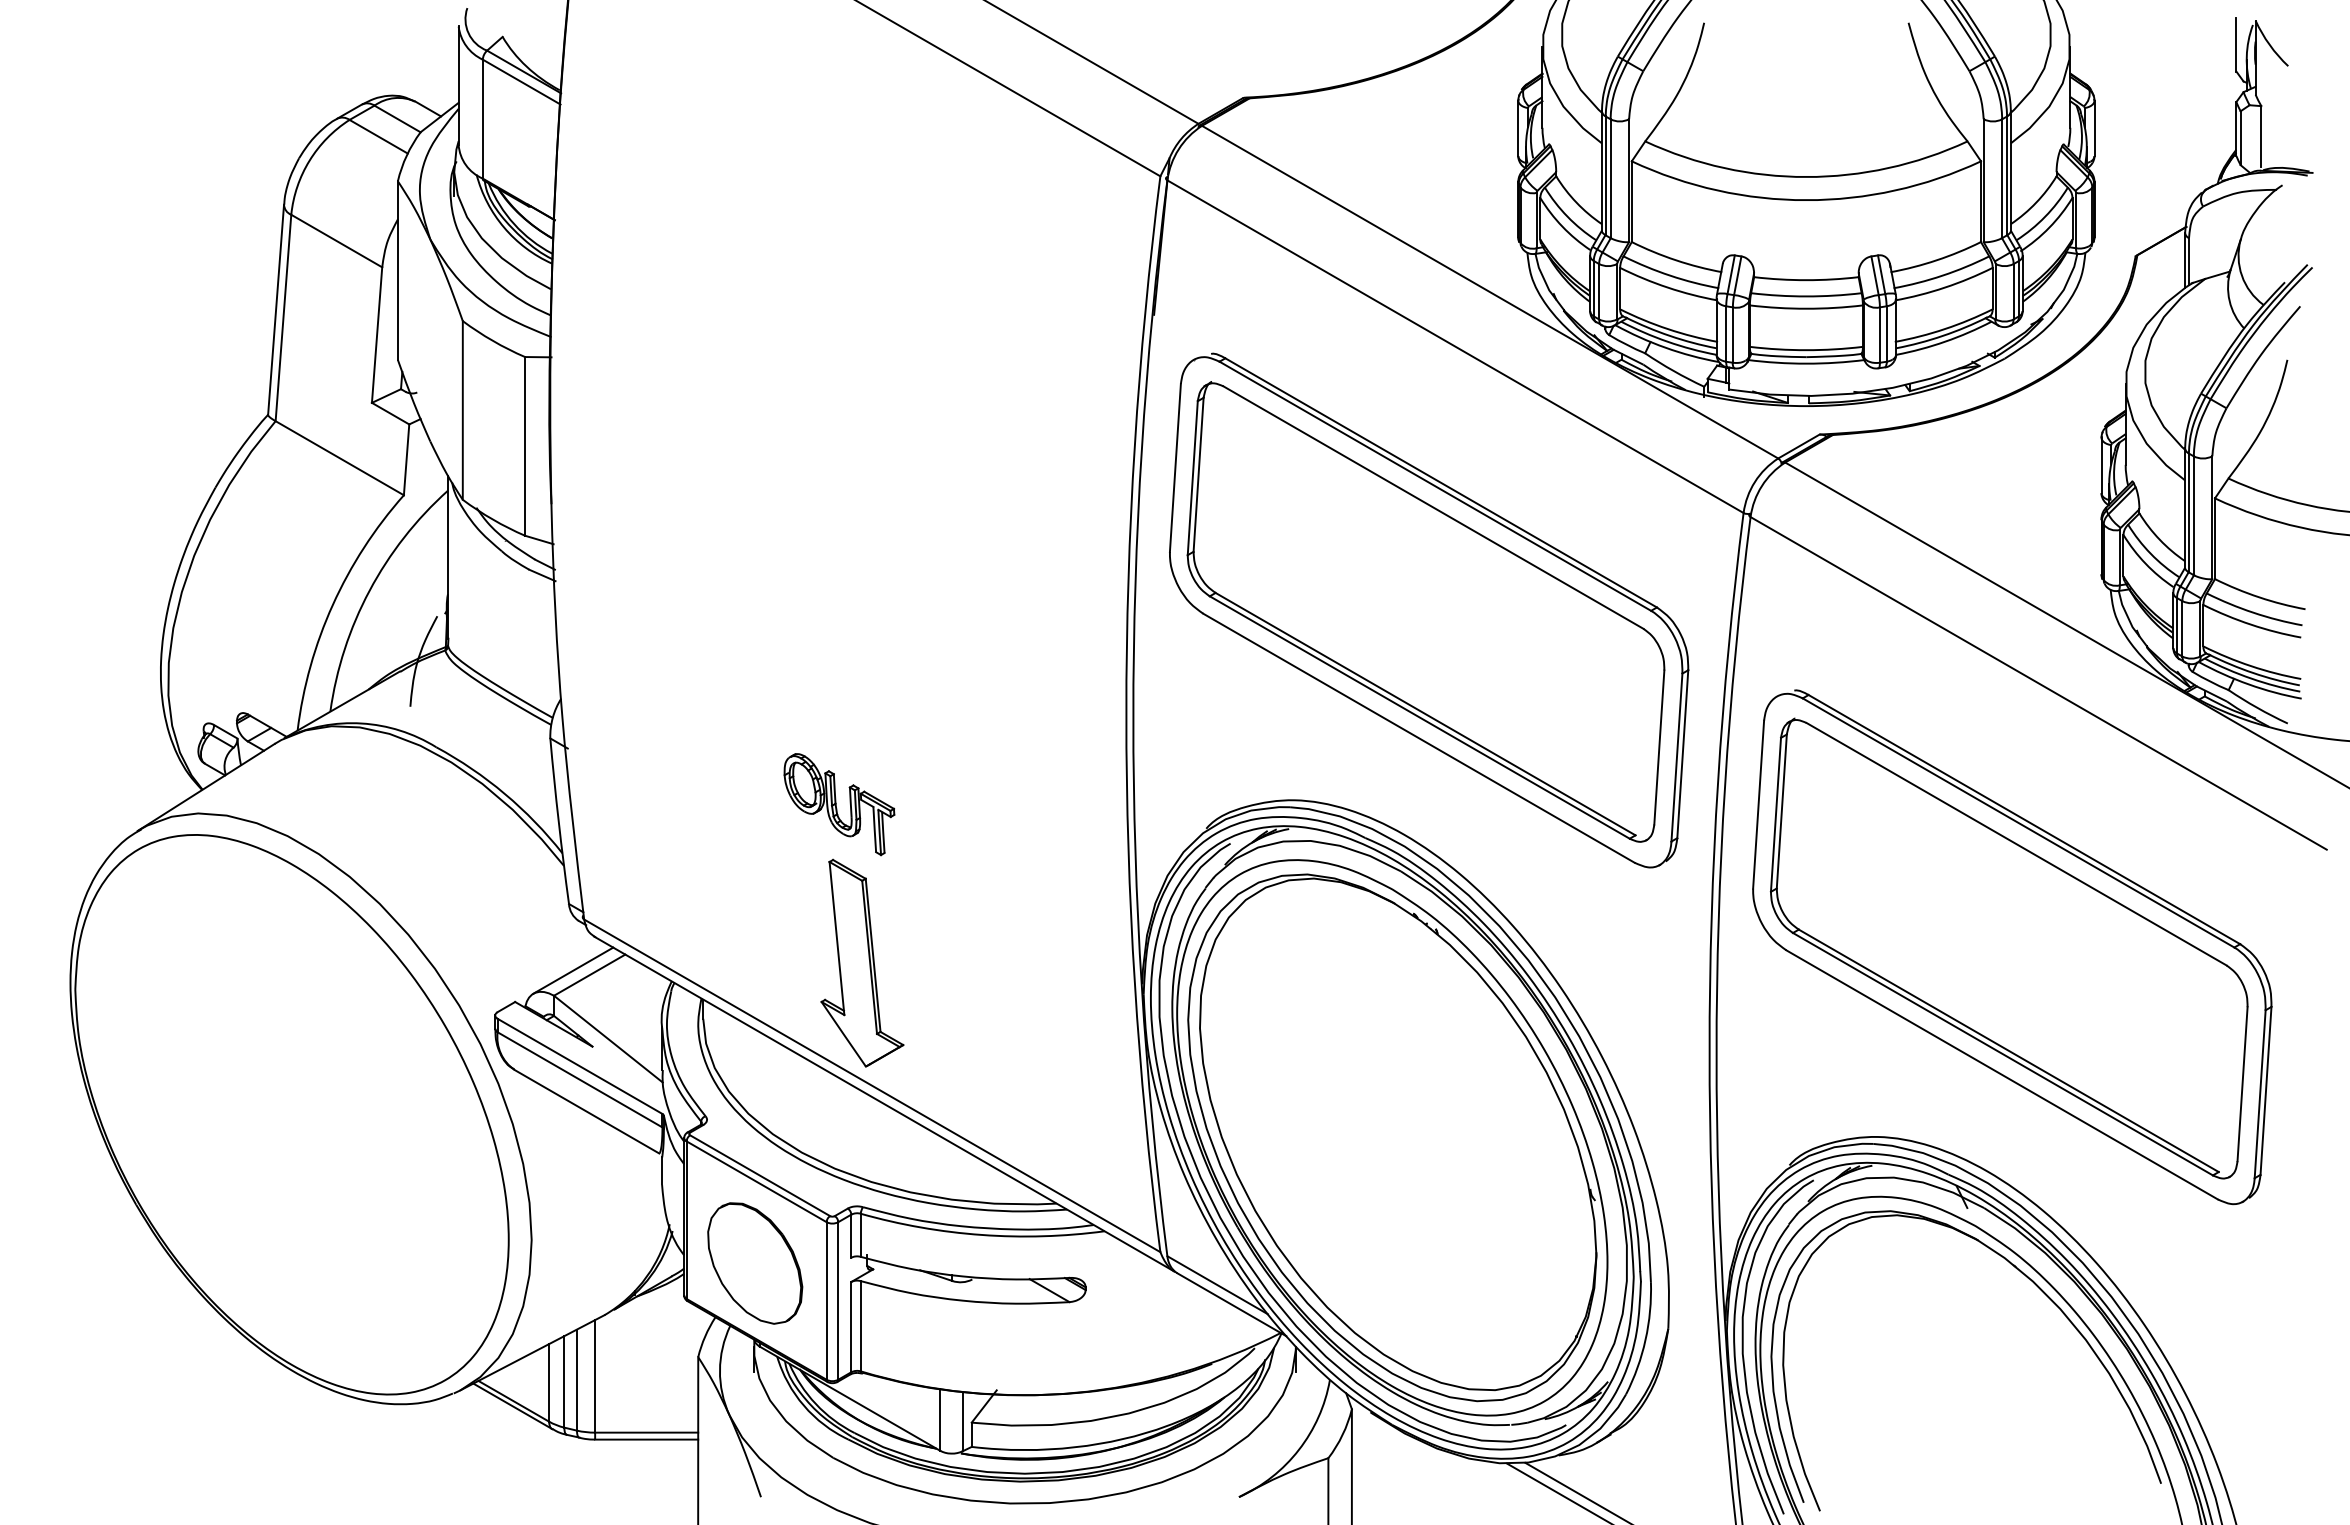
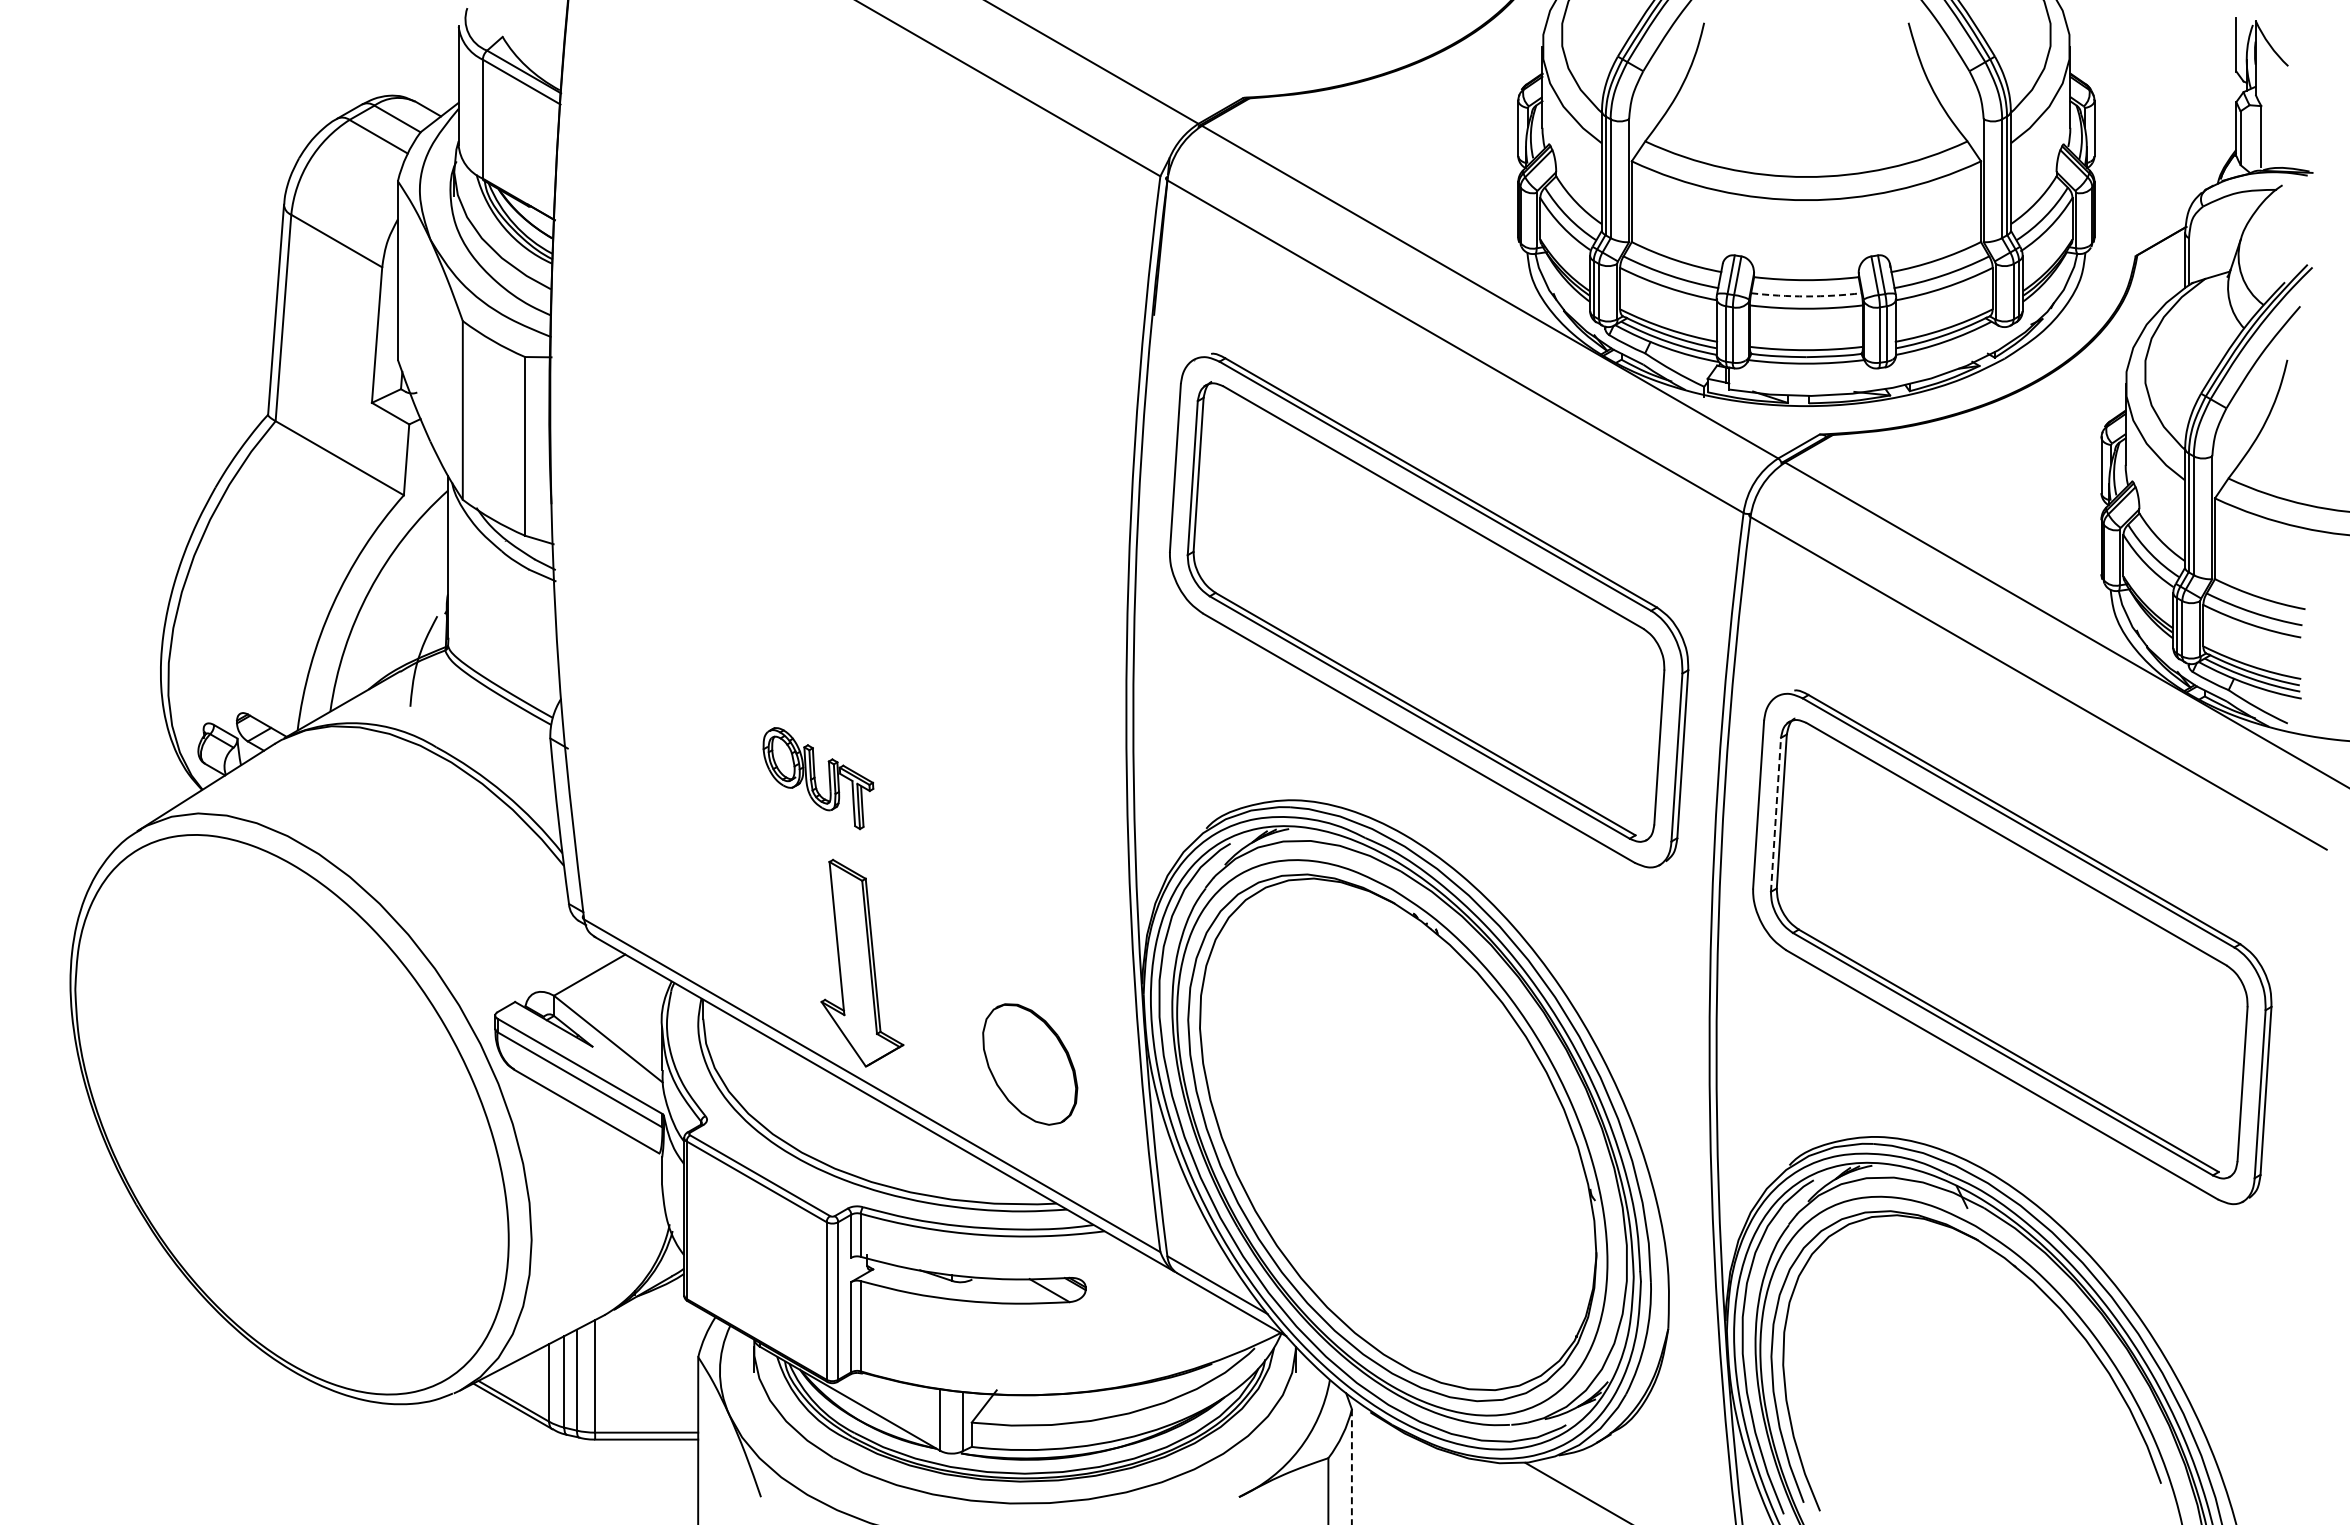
arc at (1806, 296): solid -> dashed
part at (839, 804) position: (839, 804) -> (818, 778)
line at (1776, 814): solid -> dashed
line at (573, 970): present -> none
part at (755, 1263) position: (755, 1263) -> (1030, 1064)
line at (1351, 1467): solid -> dashed
line at (1557, 1492): present -> none
